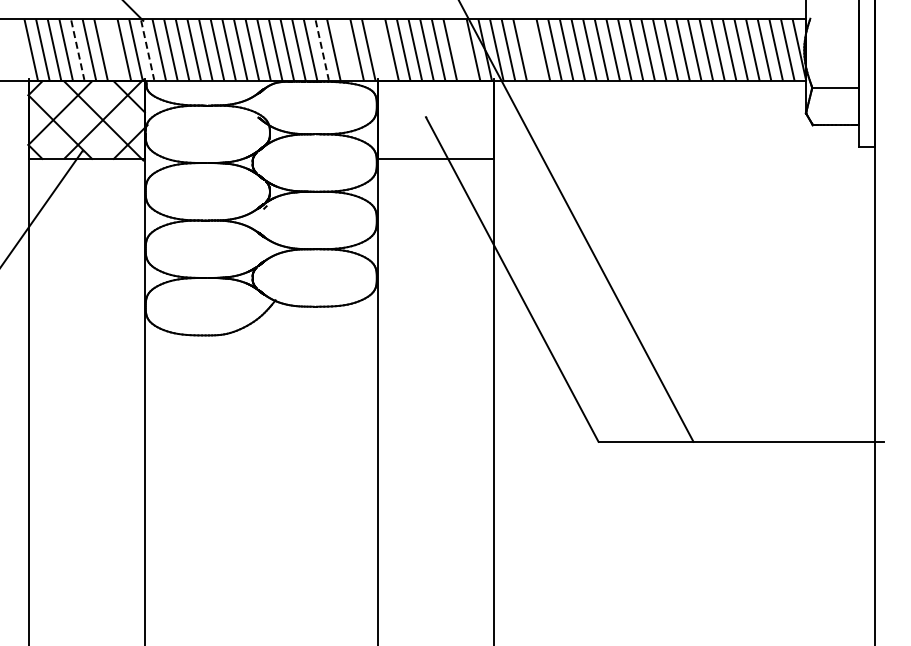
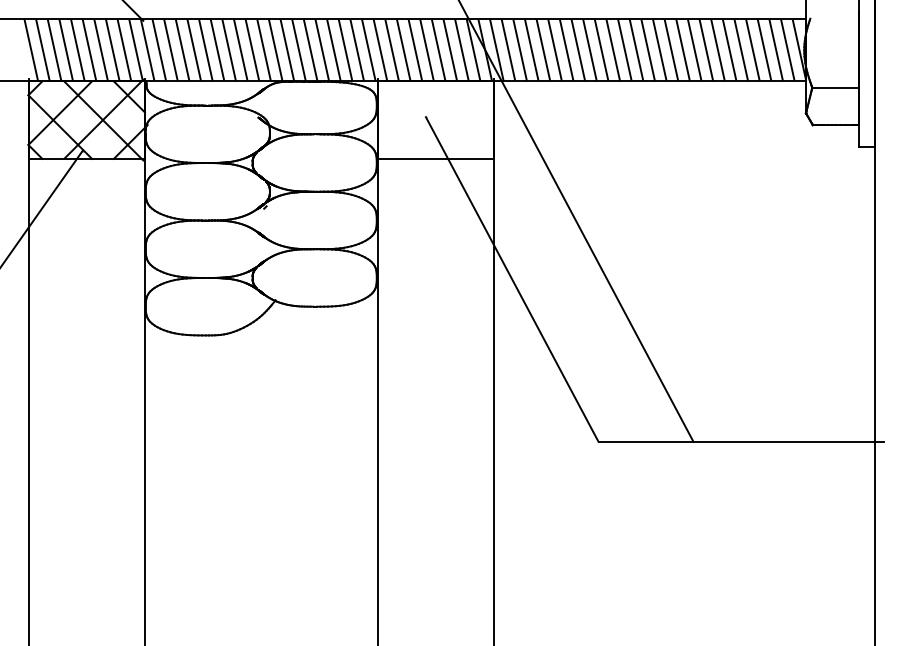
line at (112, 49): none -> present
line at (345, 49): none -> present
line at (380, 49): none -> present
line at (461, 49): none -> present
line at (531, 49): none -> present
line at (77, 50): dashed -> solid
line at (147, 50): dashed -> solid
line at (322, 50): dashed -> solid
